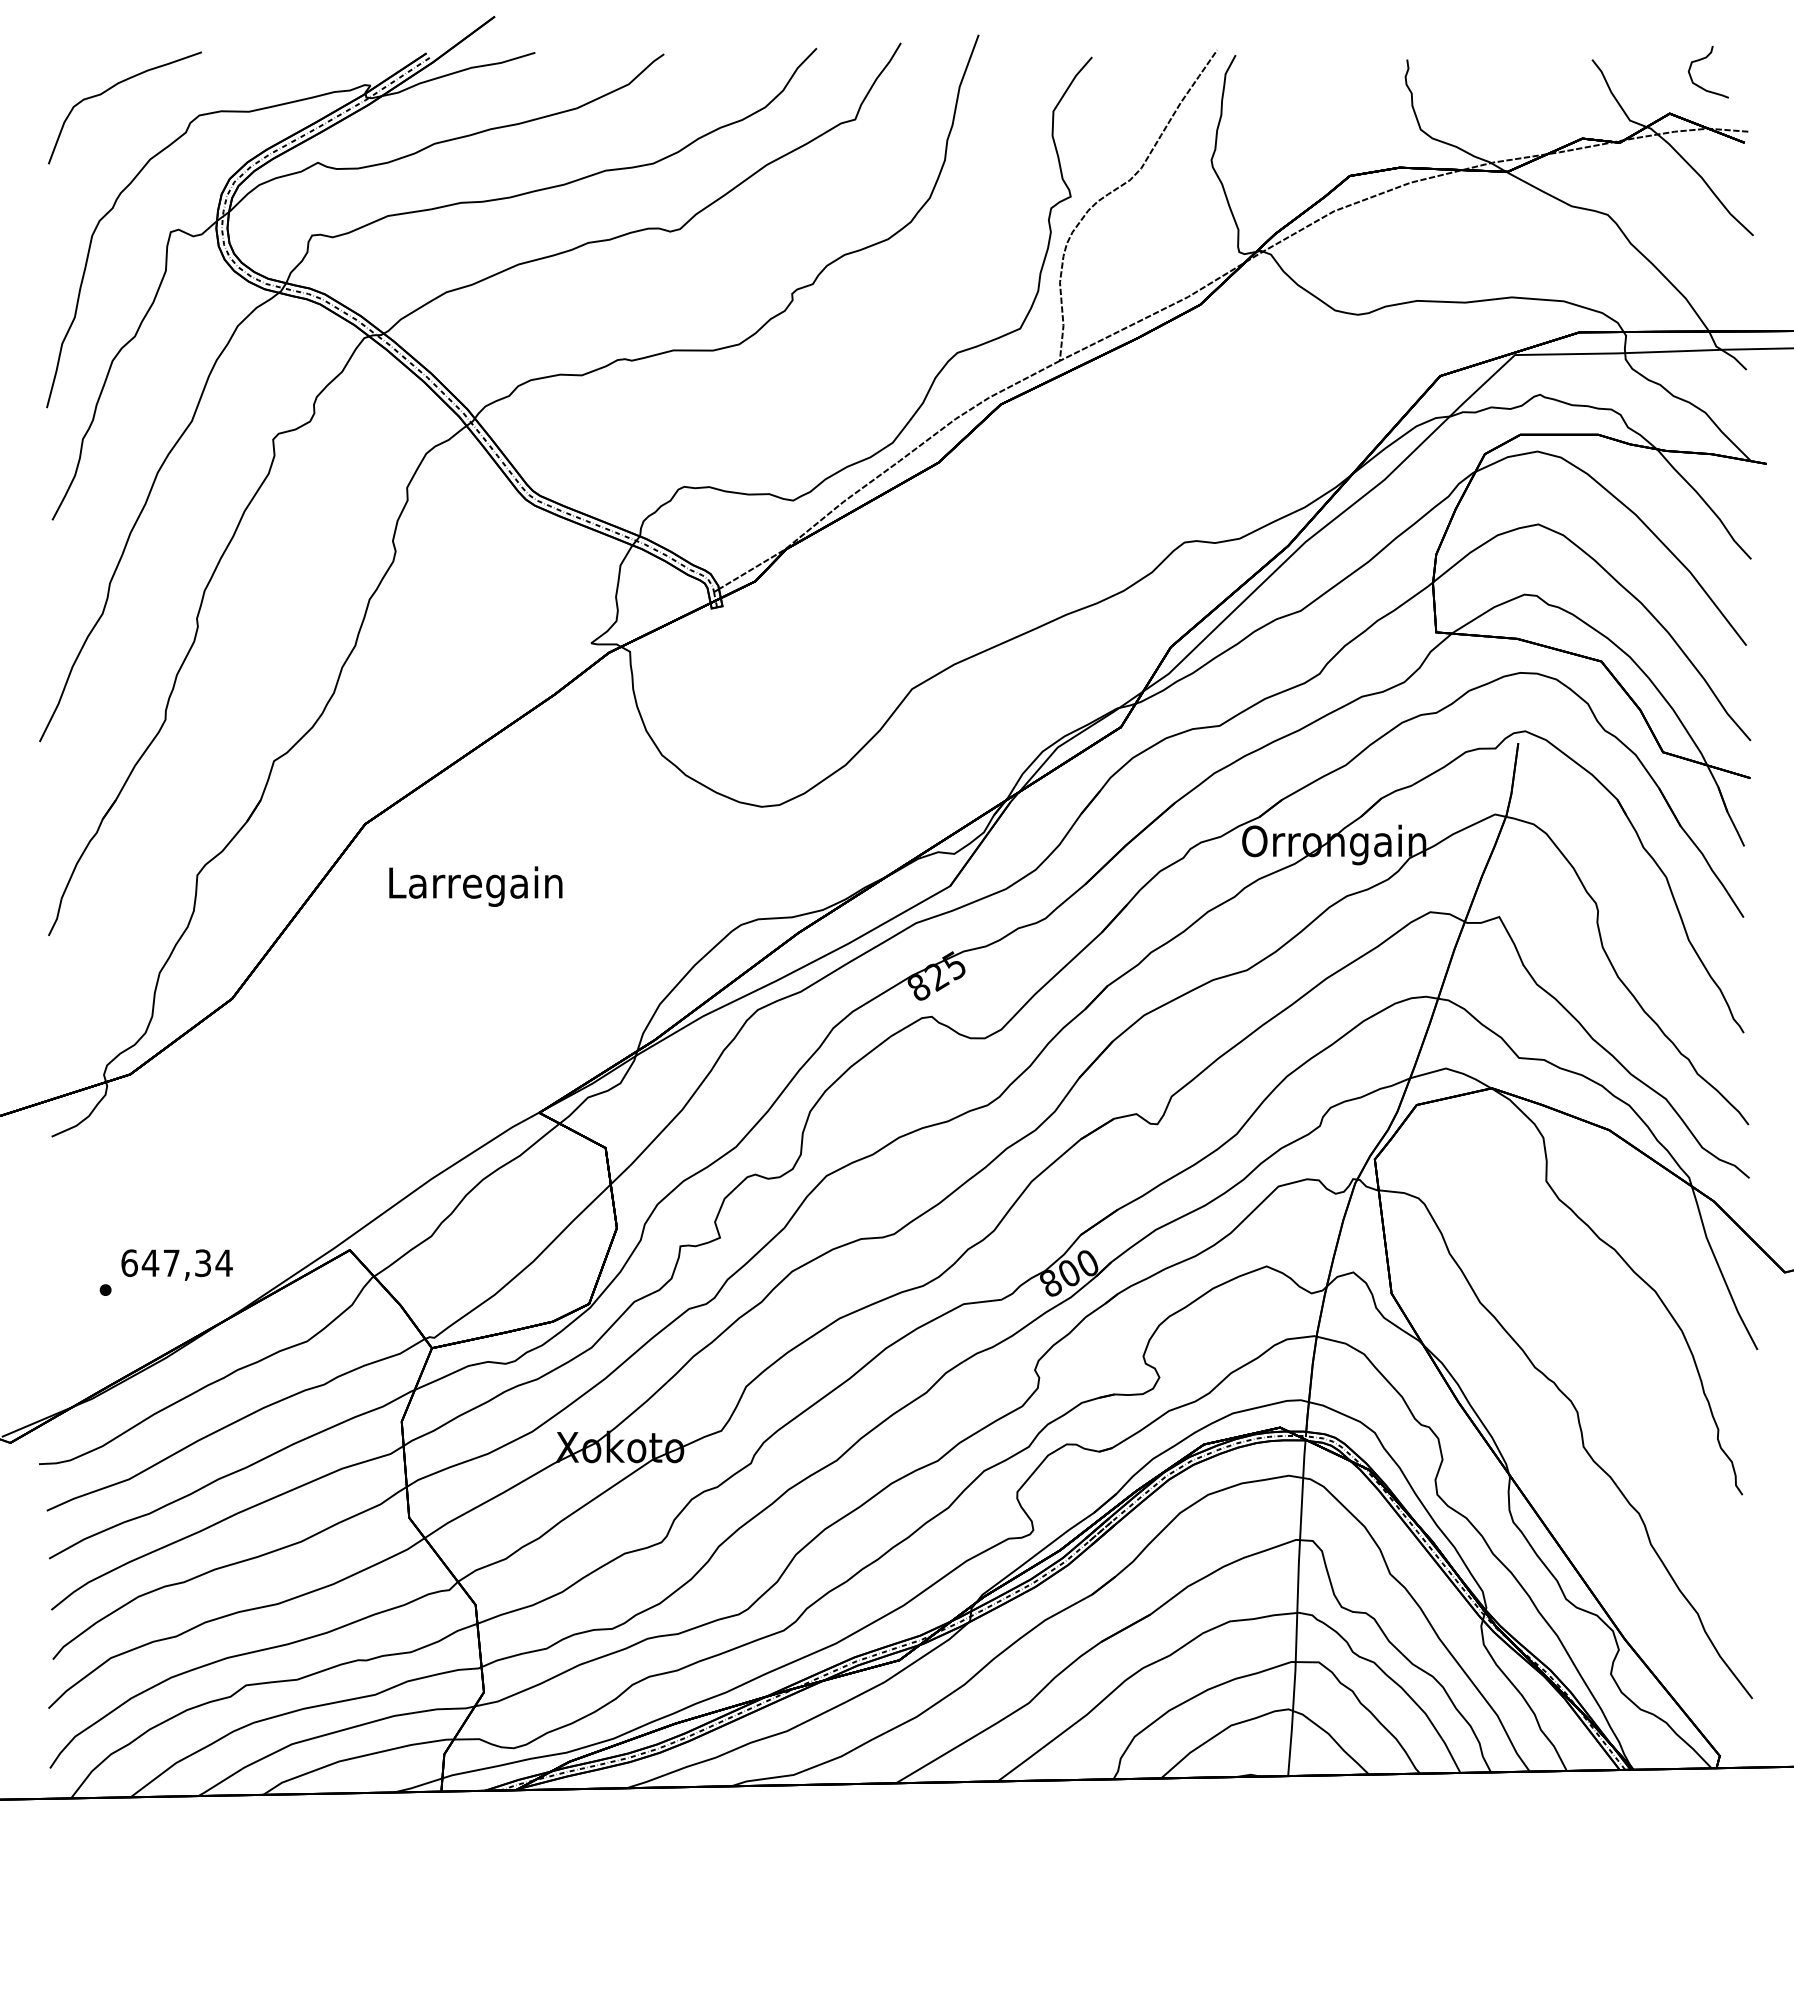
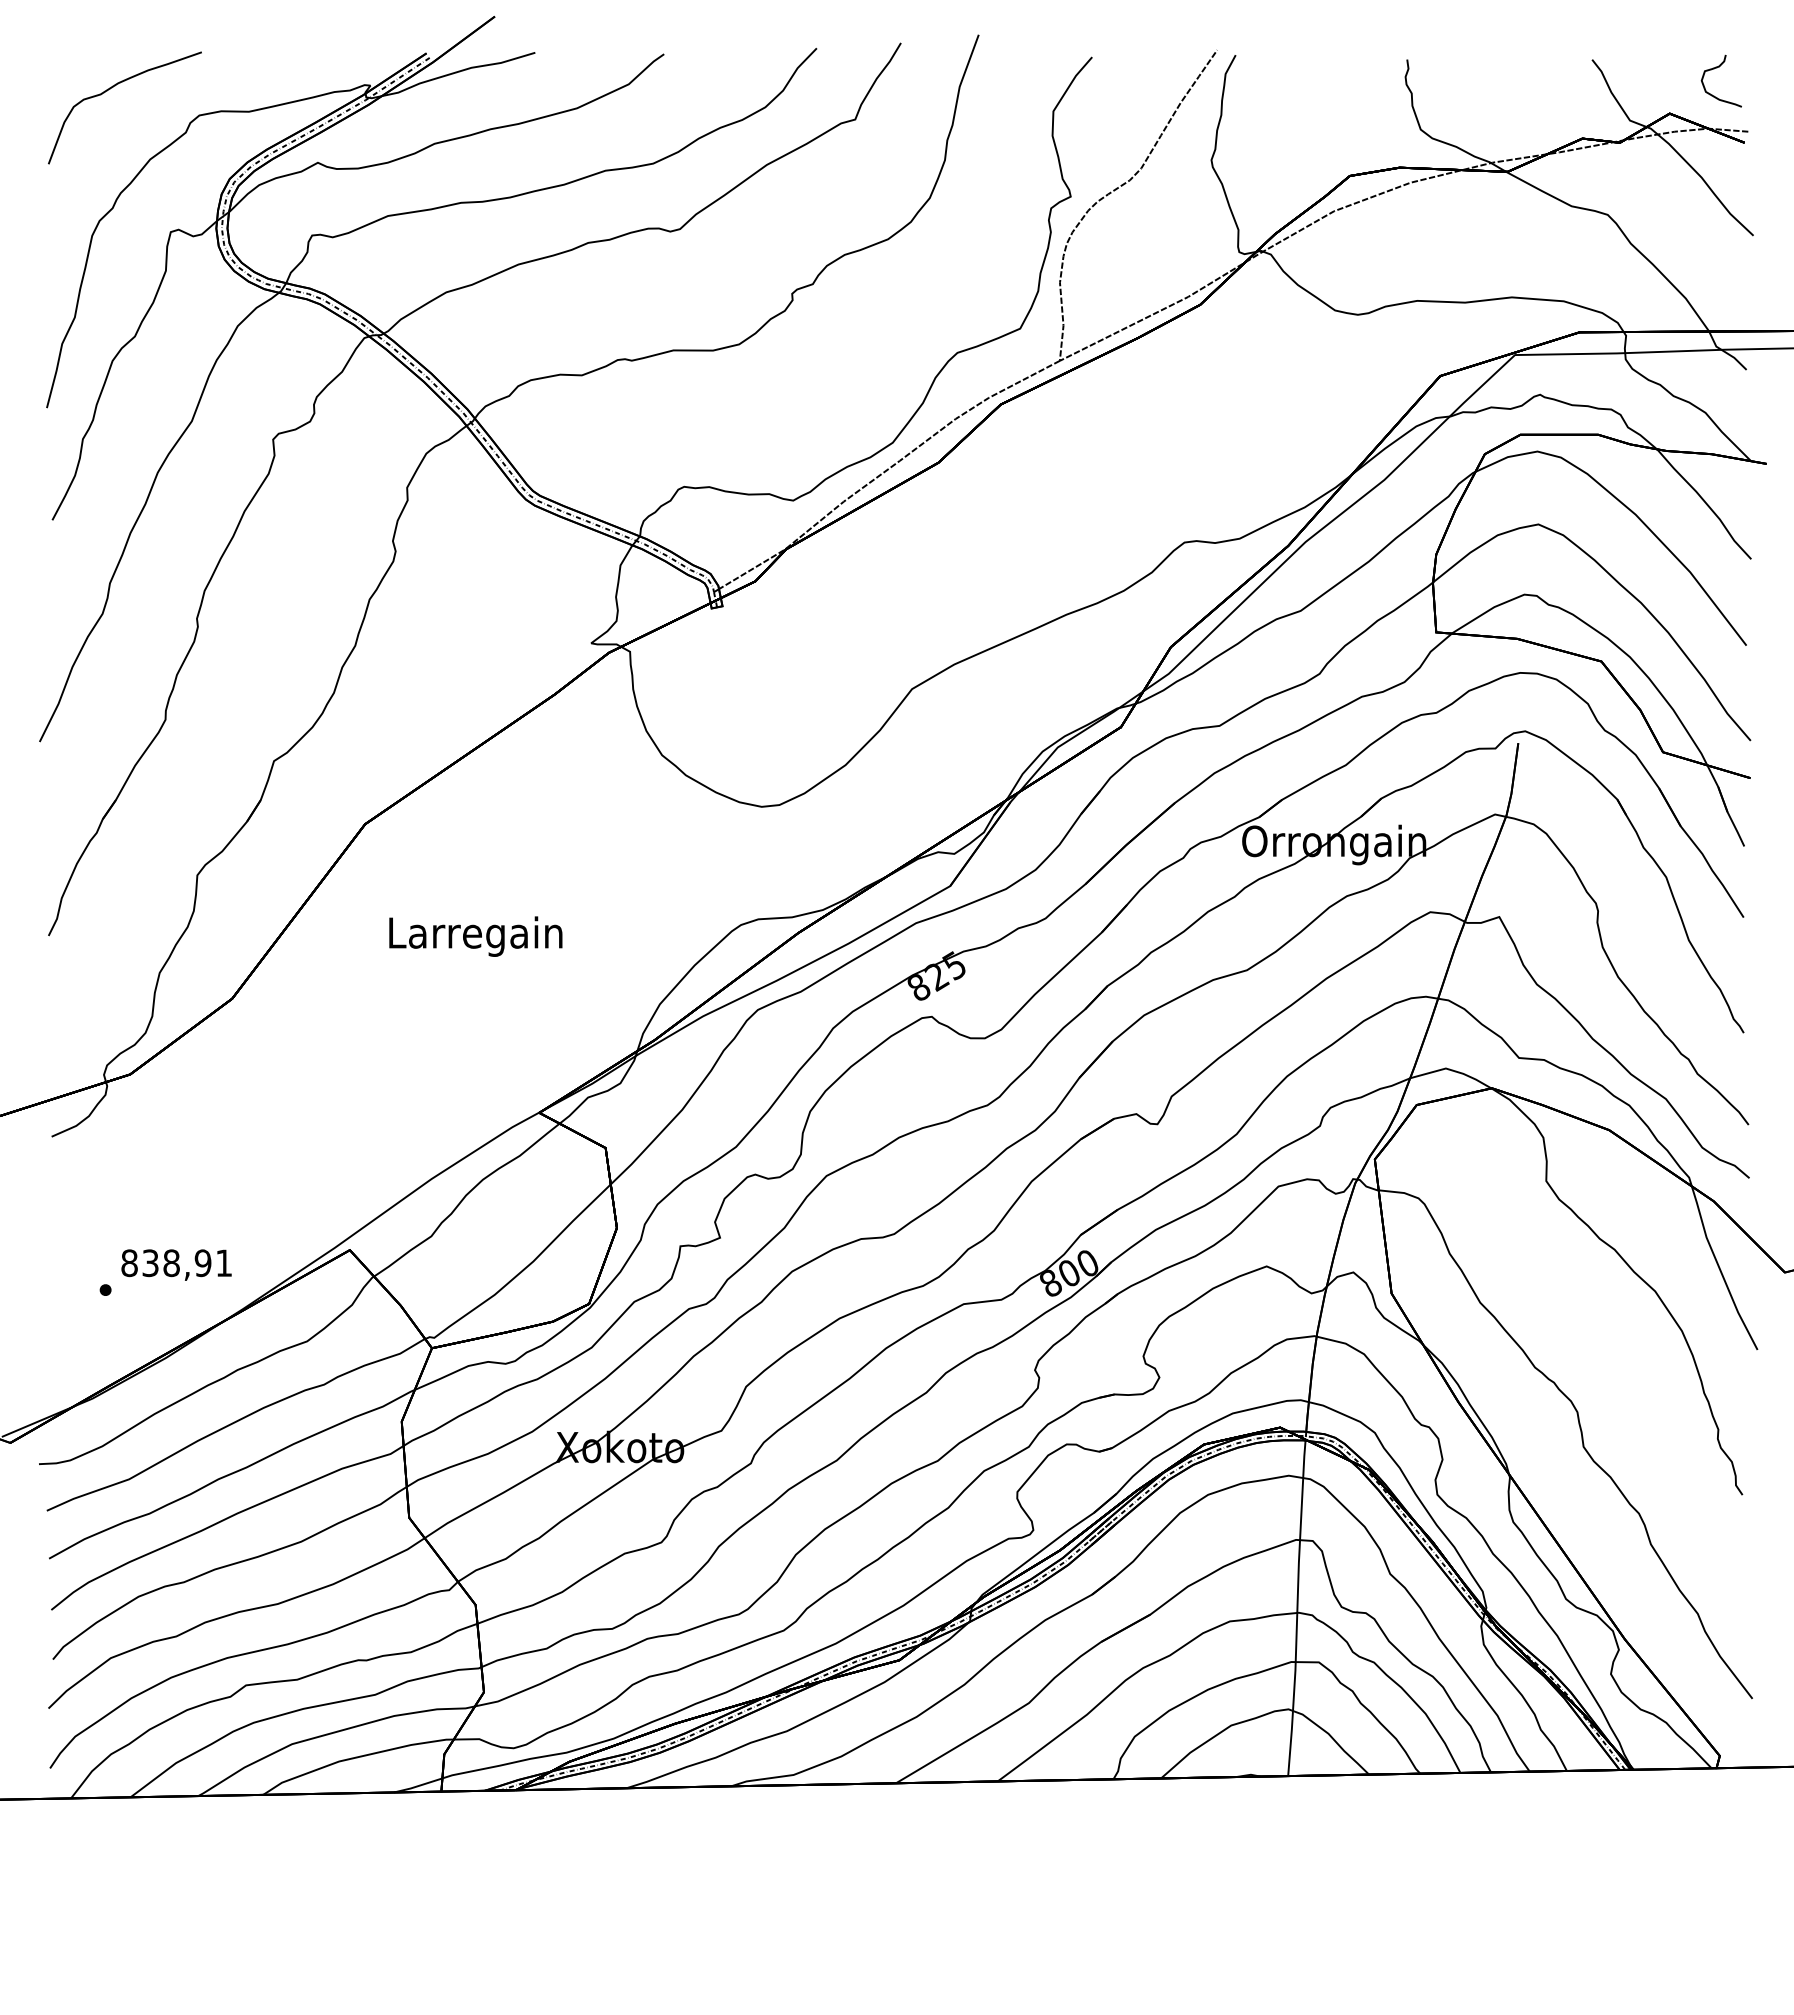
curve at (1704, 59) position: (1704, 59) -> (1717, 68)
text at (475, 886) position: (475, 886) -> (475, 936)
text at (176, 1263): 647,34 -> 838,91
